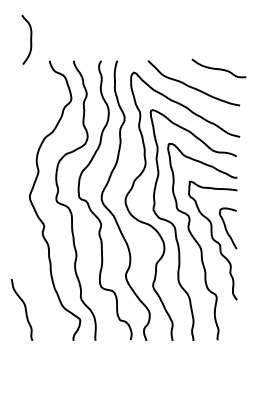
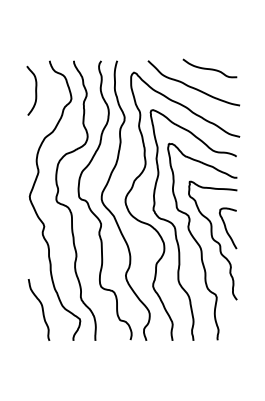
curve at (30, 39) position: (30, 39) -> (35, 90)
curve at (218, 68) position: (218, 68) -> (209, 68)
curve at (24, 308) position: (24, 308) -> (41, 308)
